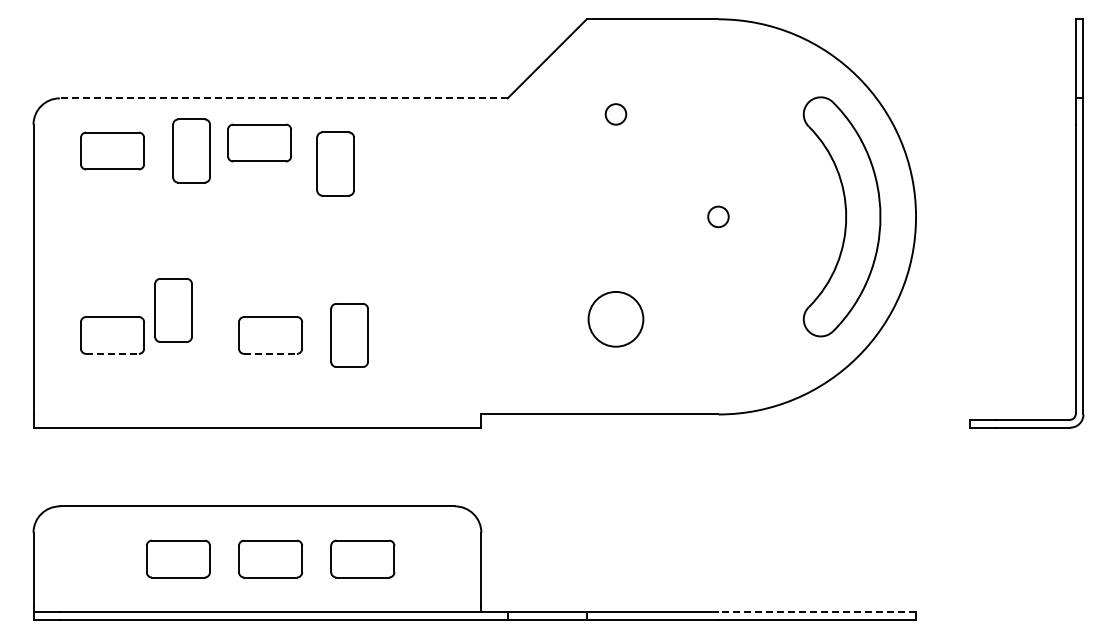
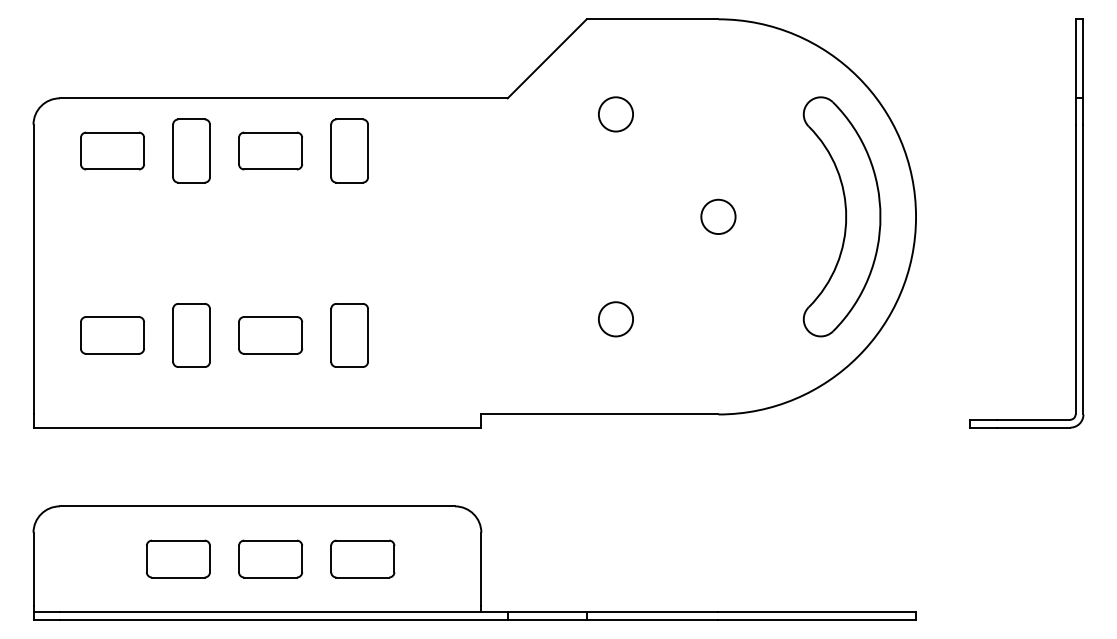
line at (283, 98): dashed -> solid
circle at (615, 114) diameter: 21 px -> 34 px
part at (259, 142) position: (259, 142) -> (270, 150)
part at (335, 163) position: (335, 163) -> (349, 150)
circle at (718, 216) diameter: 21 px -> 34 px
part at (173, 310) position: (173, 310) -> (191, 335)
circle at (615, 318) diameter: 55 px -> 34 px
line at (113, 353): dashed -> solid
line at (271, 353): dashed -> solid
line at (817, 611): dashed -> solid
